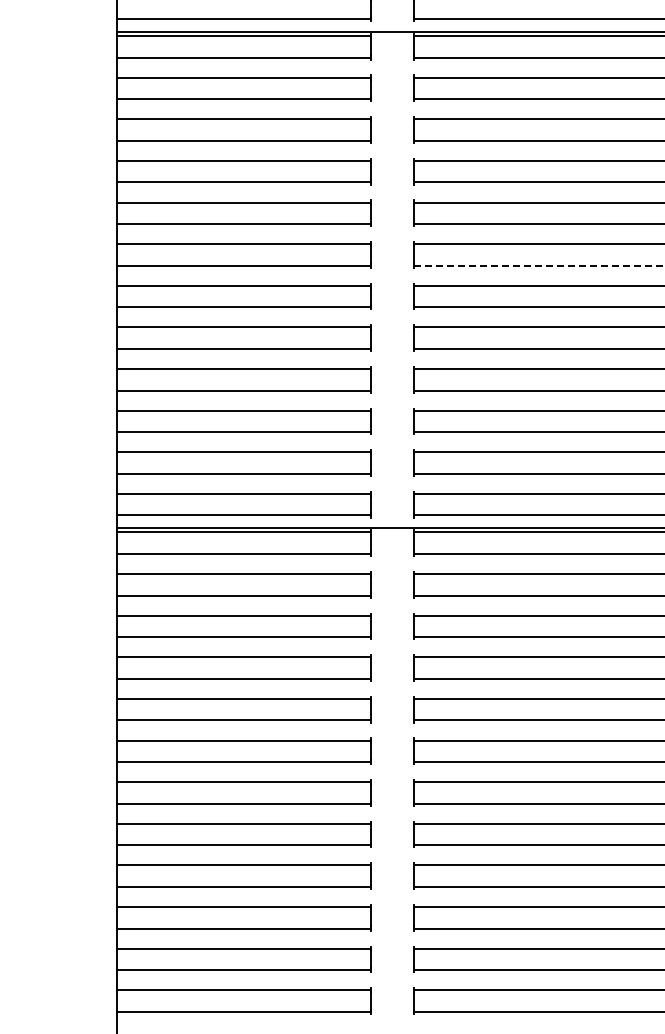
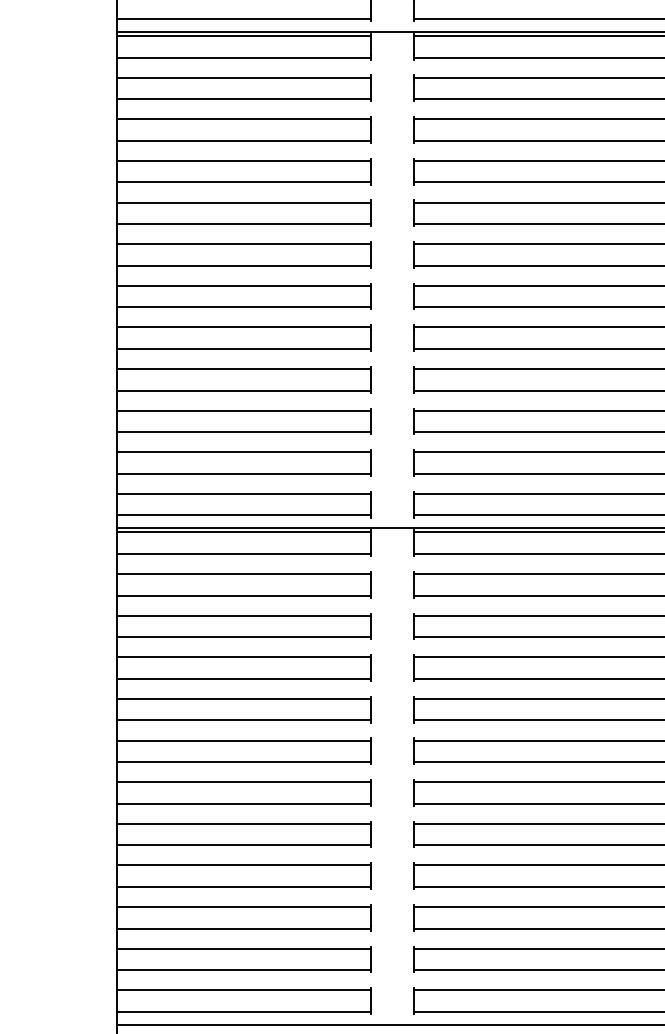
line at (540, 265): dashed -> solid
line at (389, 1024): none -> present
